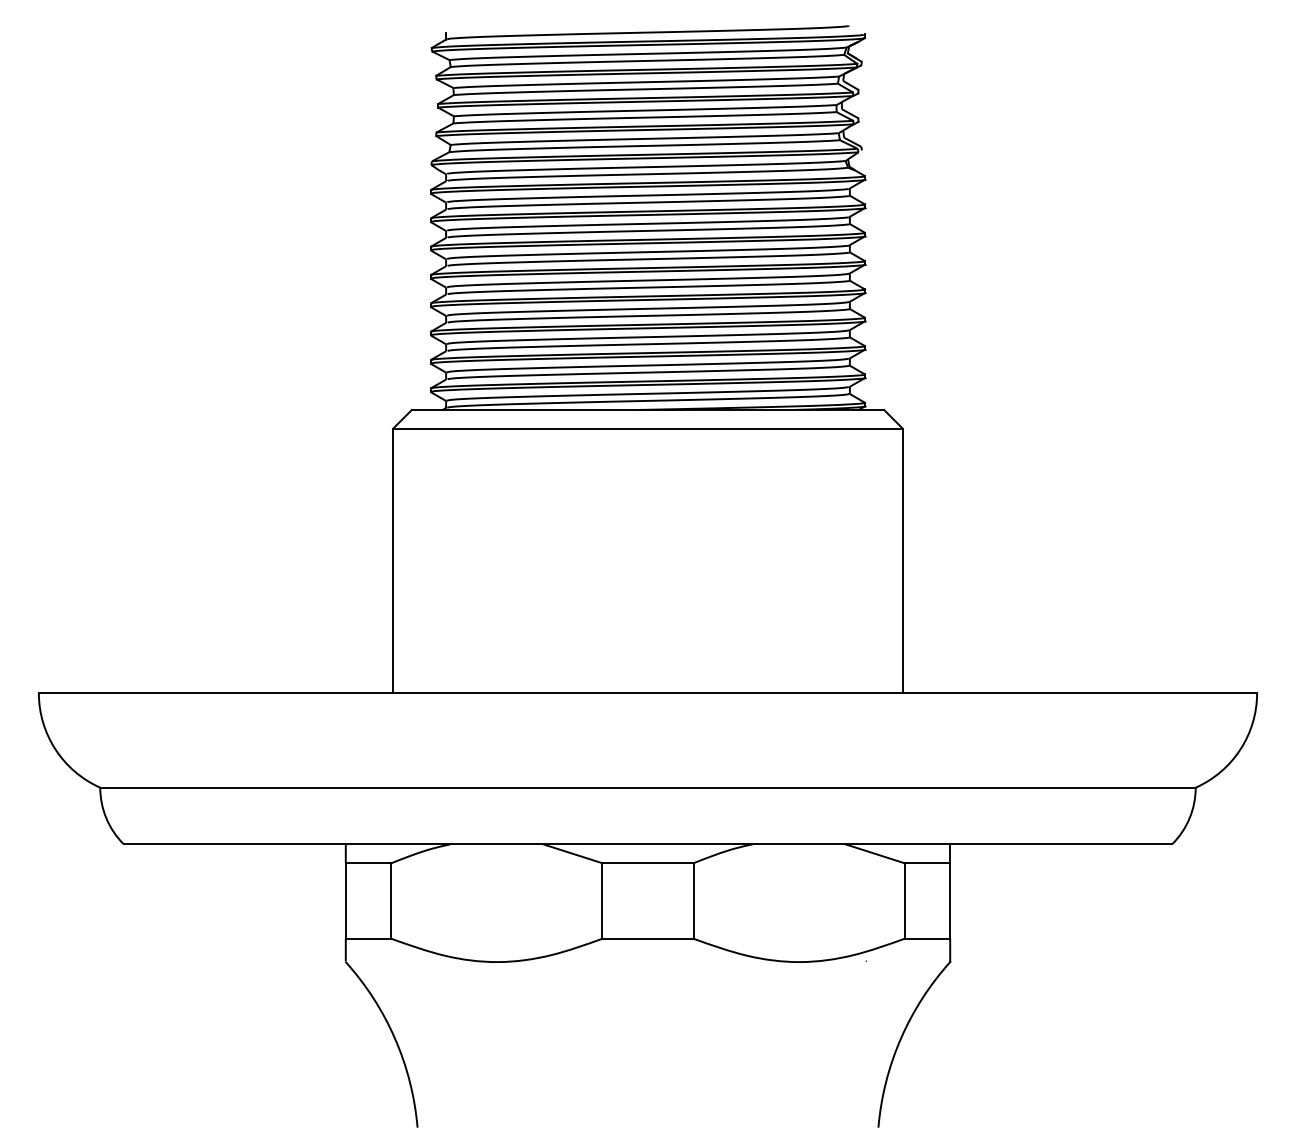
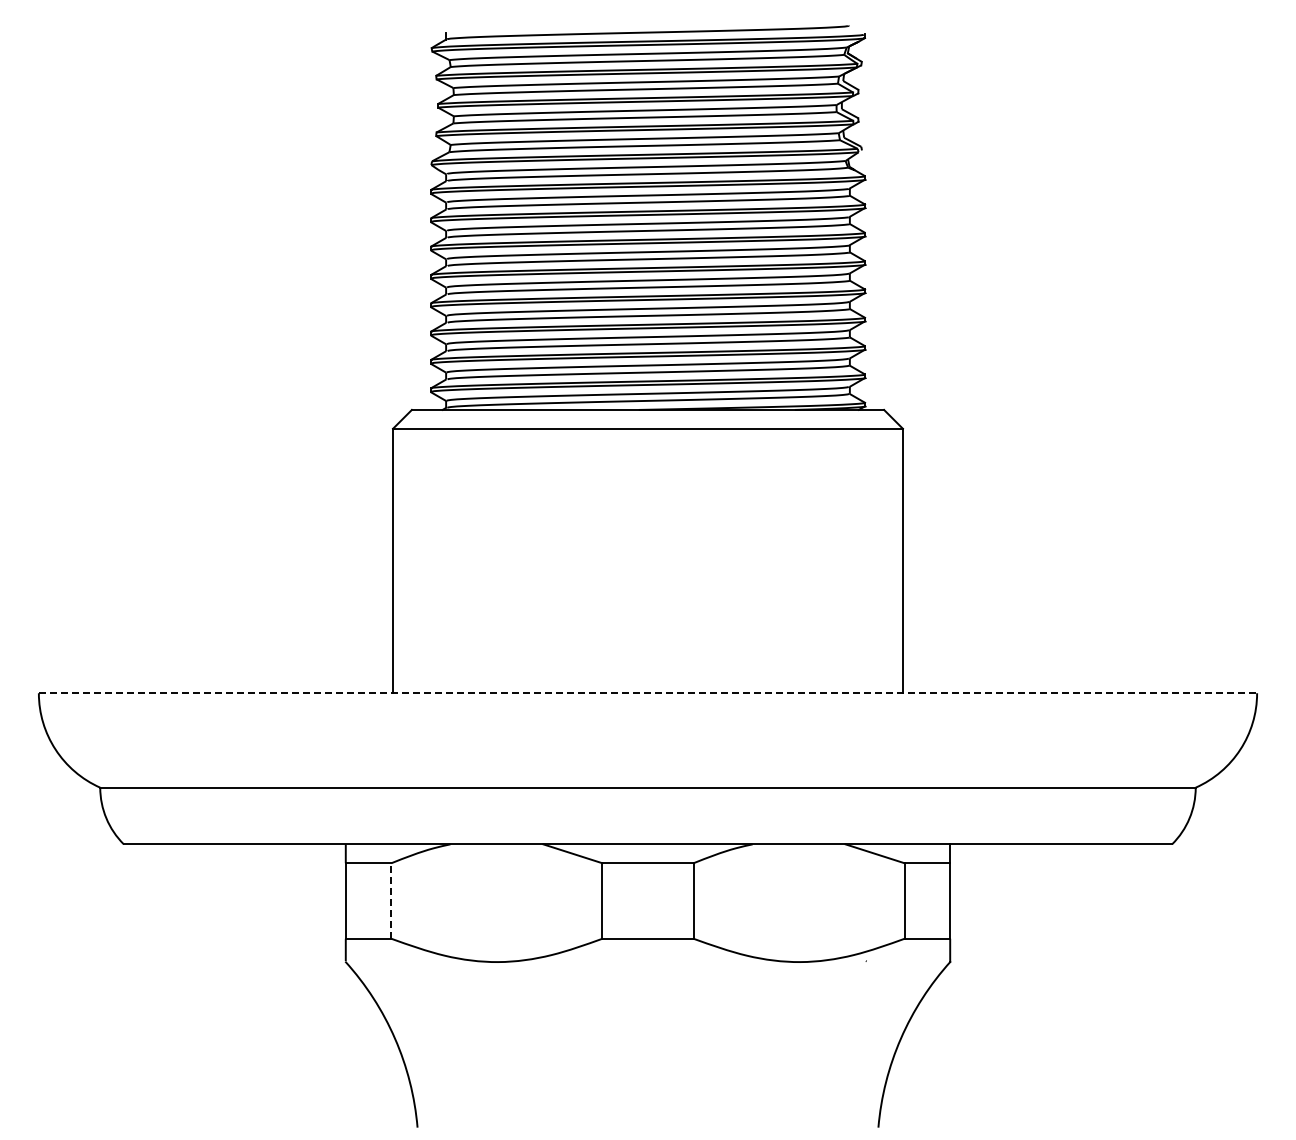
line at (648, 693): solid -> dashed
line at (391, 901): solid -> dashed
